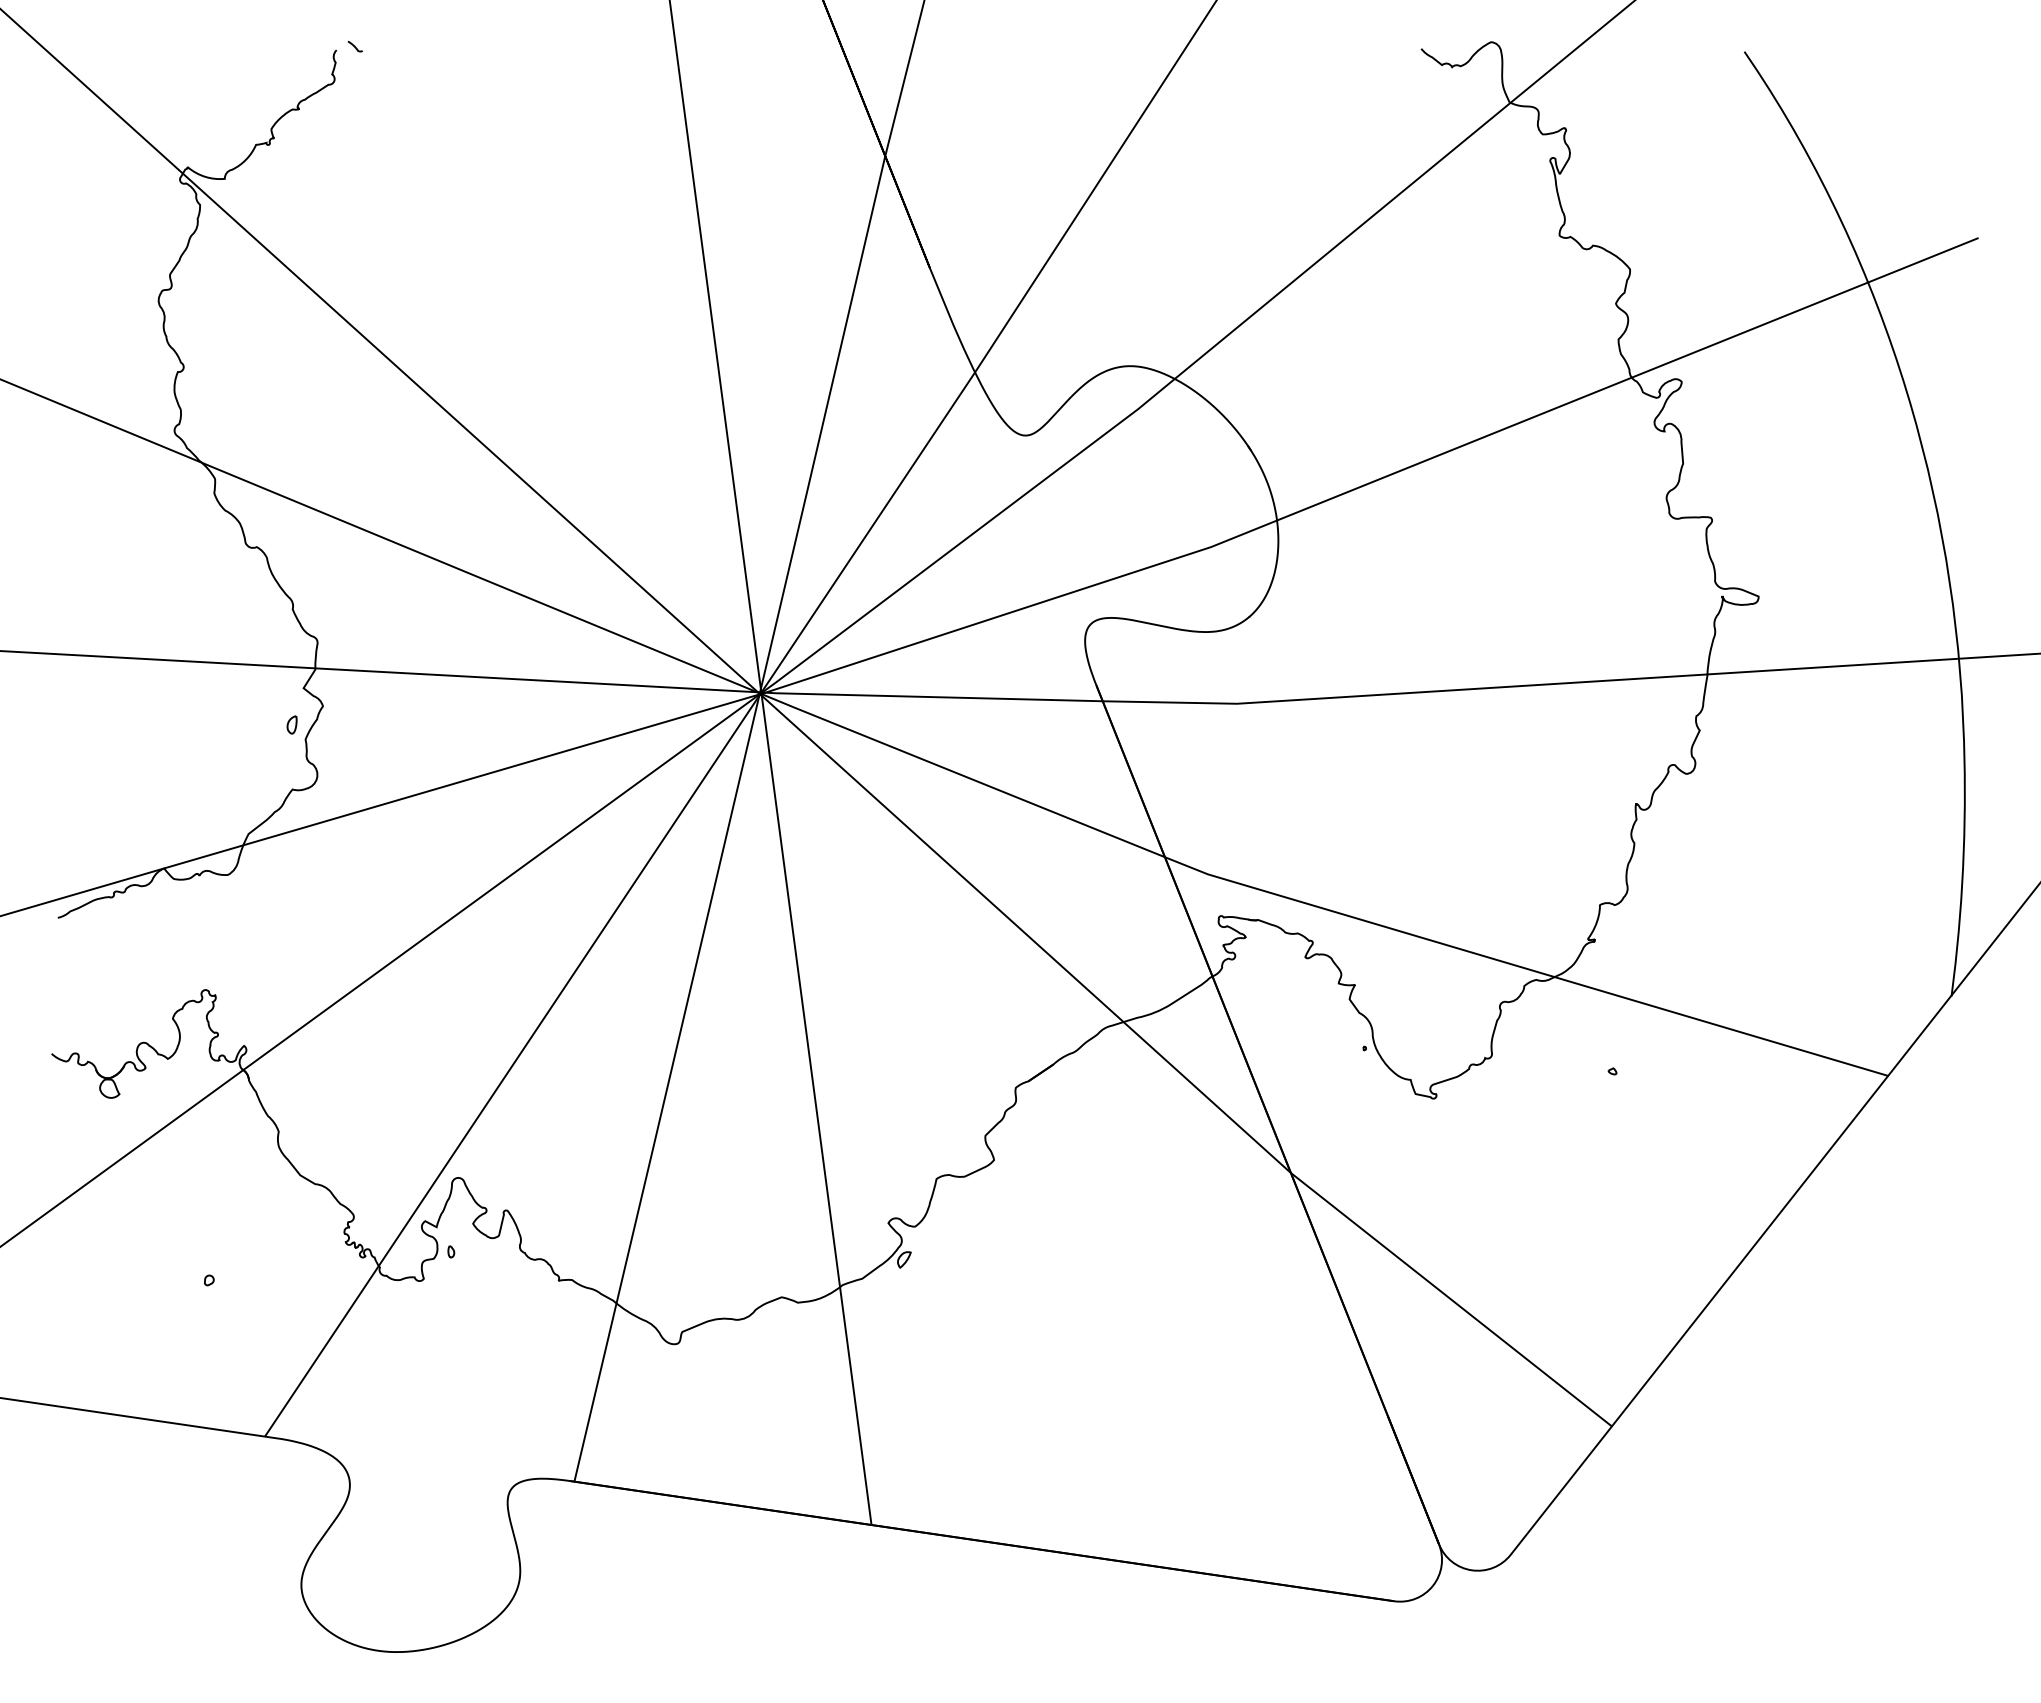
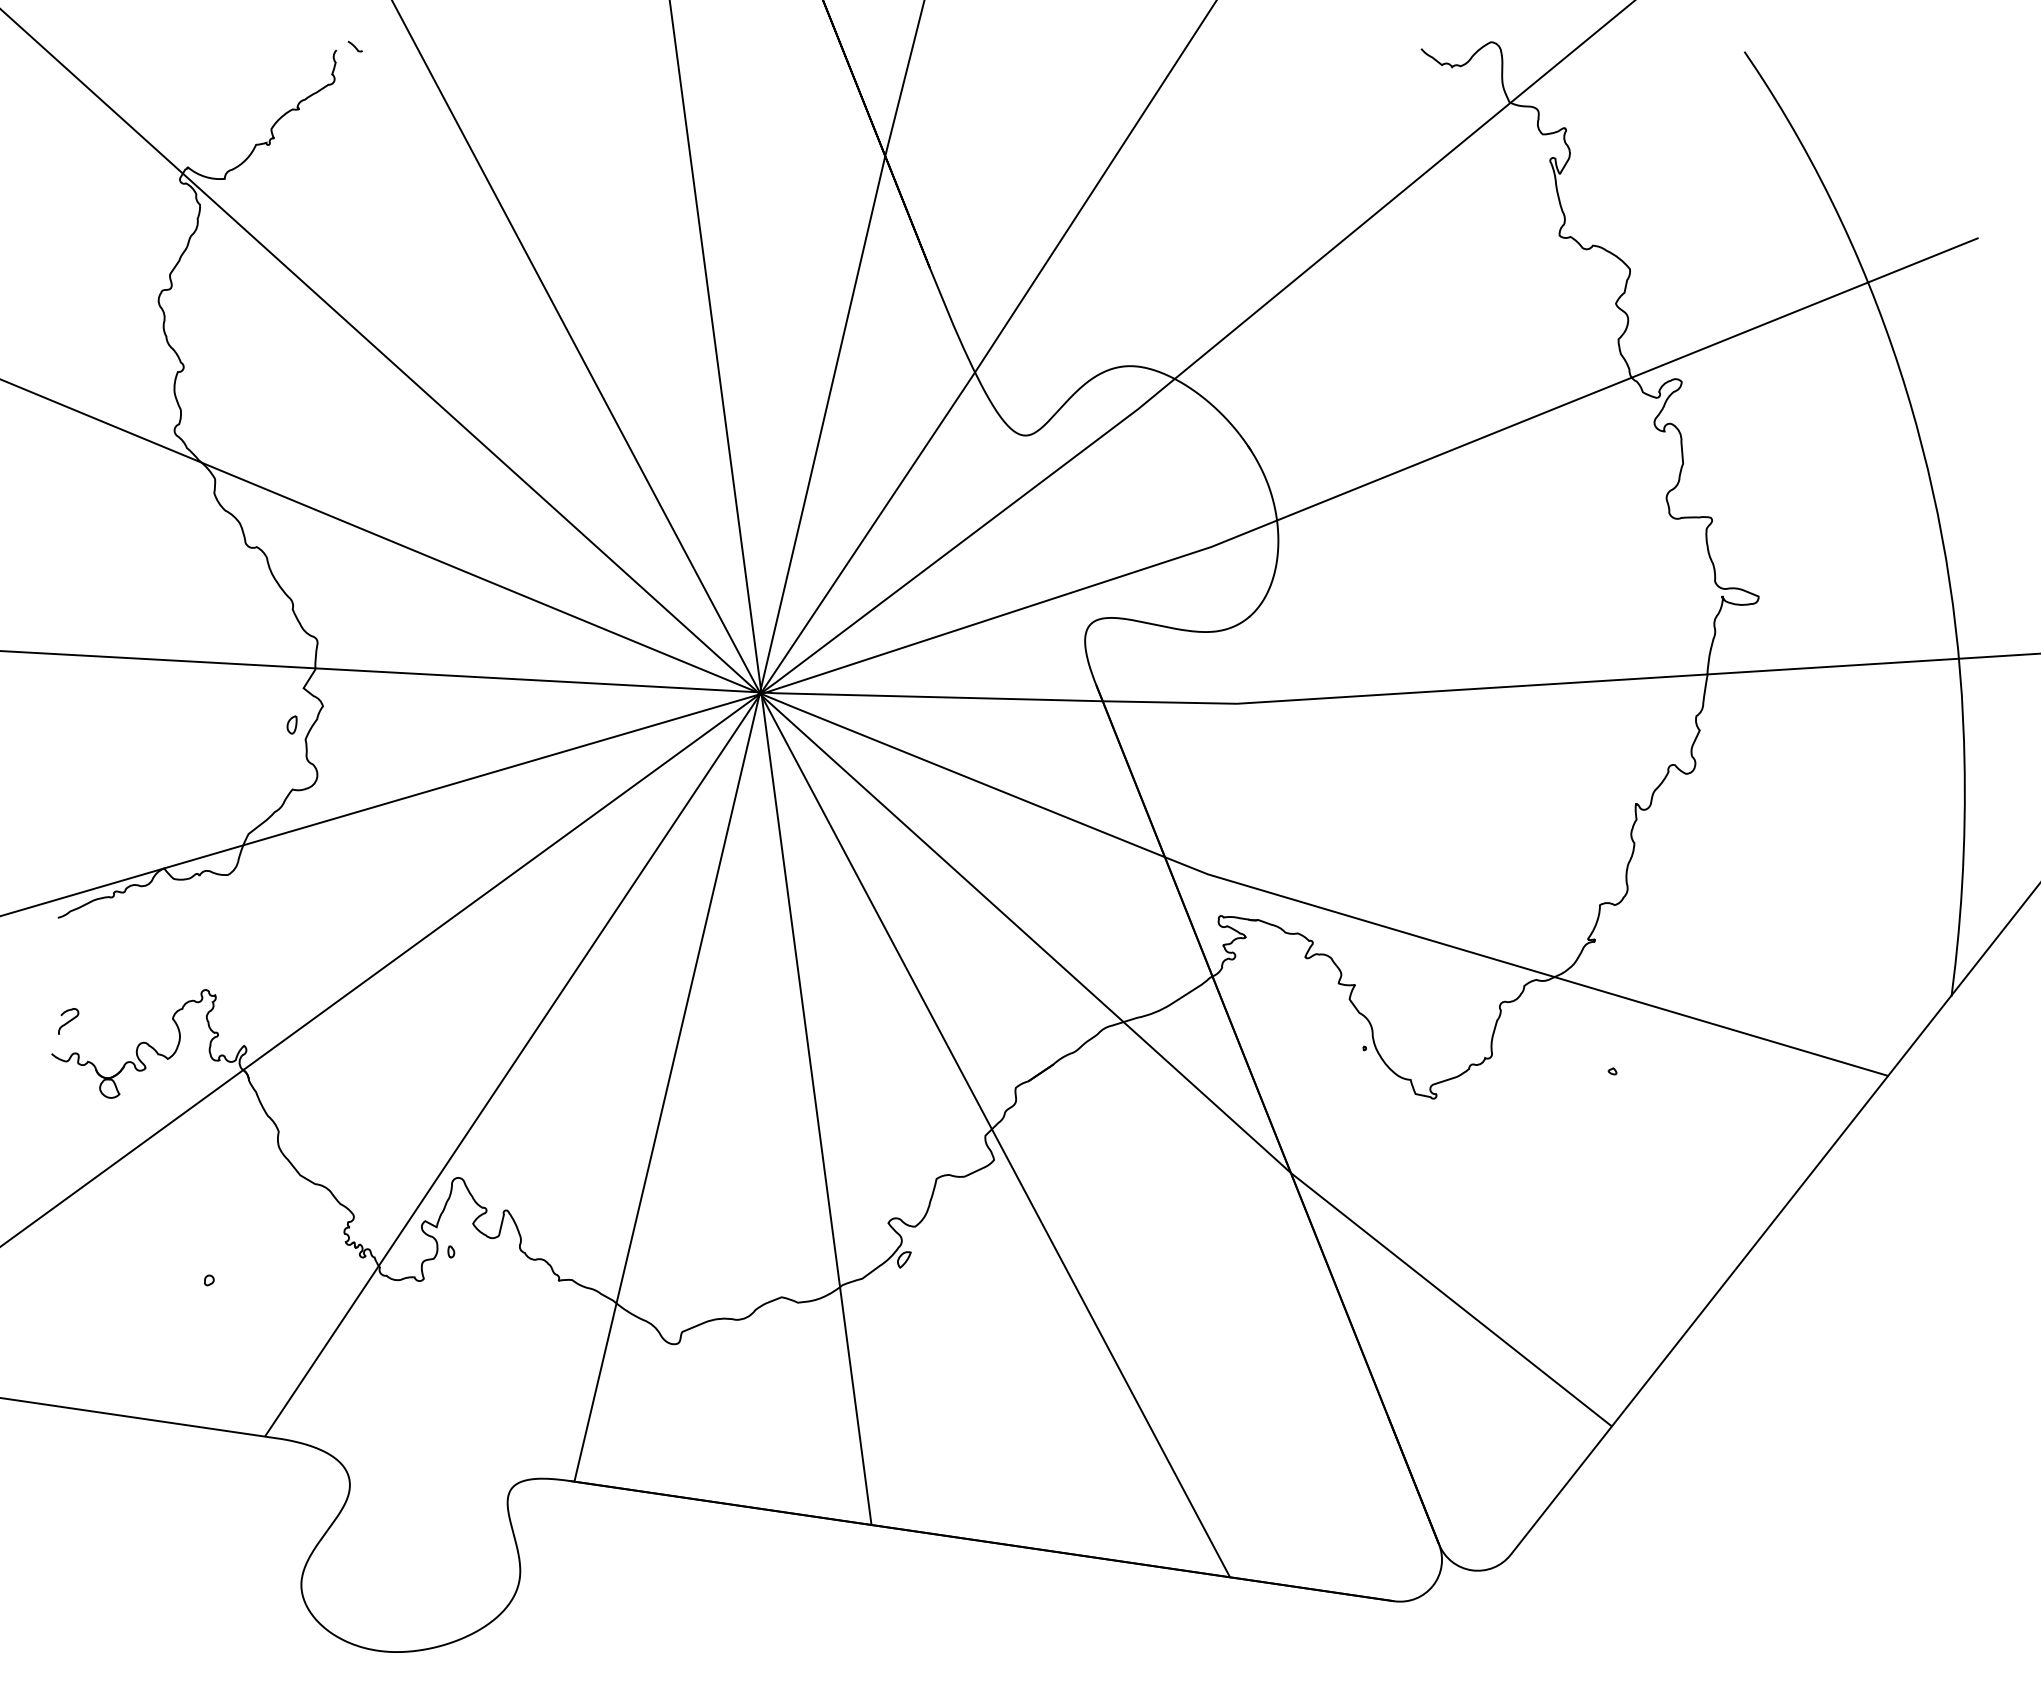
line at (811, 789): none -> present
curve at (68, 1021): none -> present
